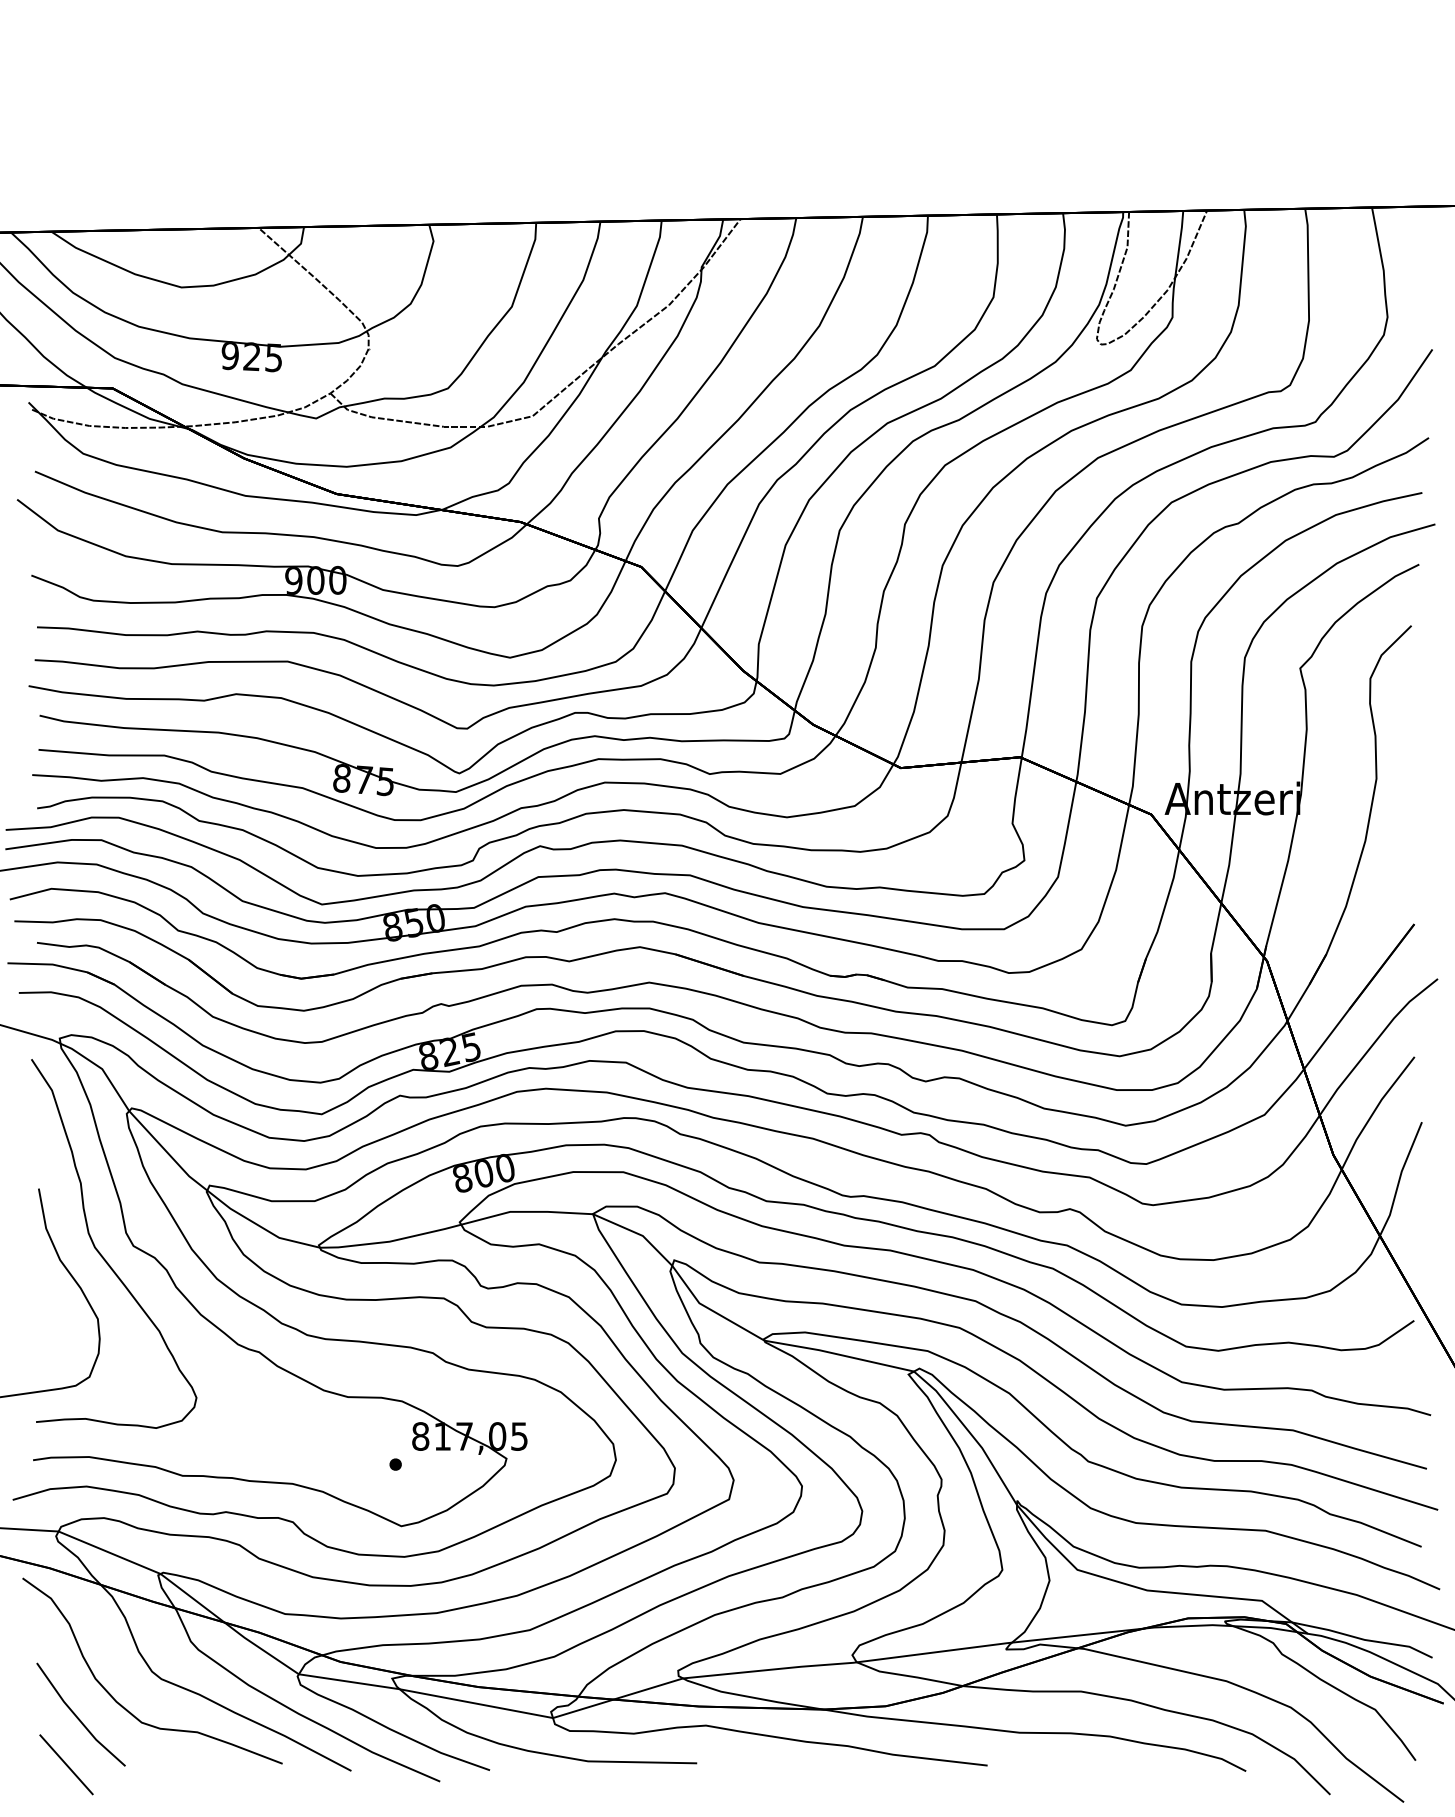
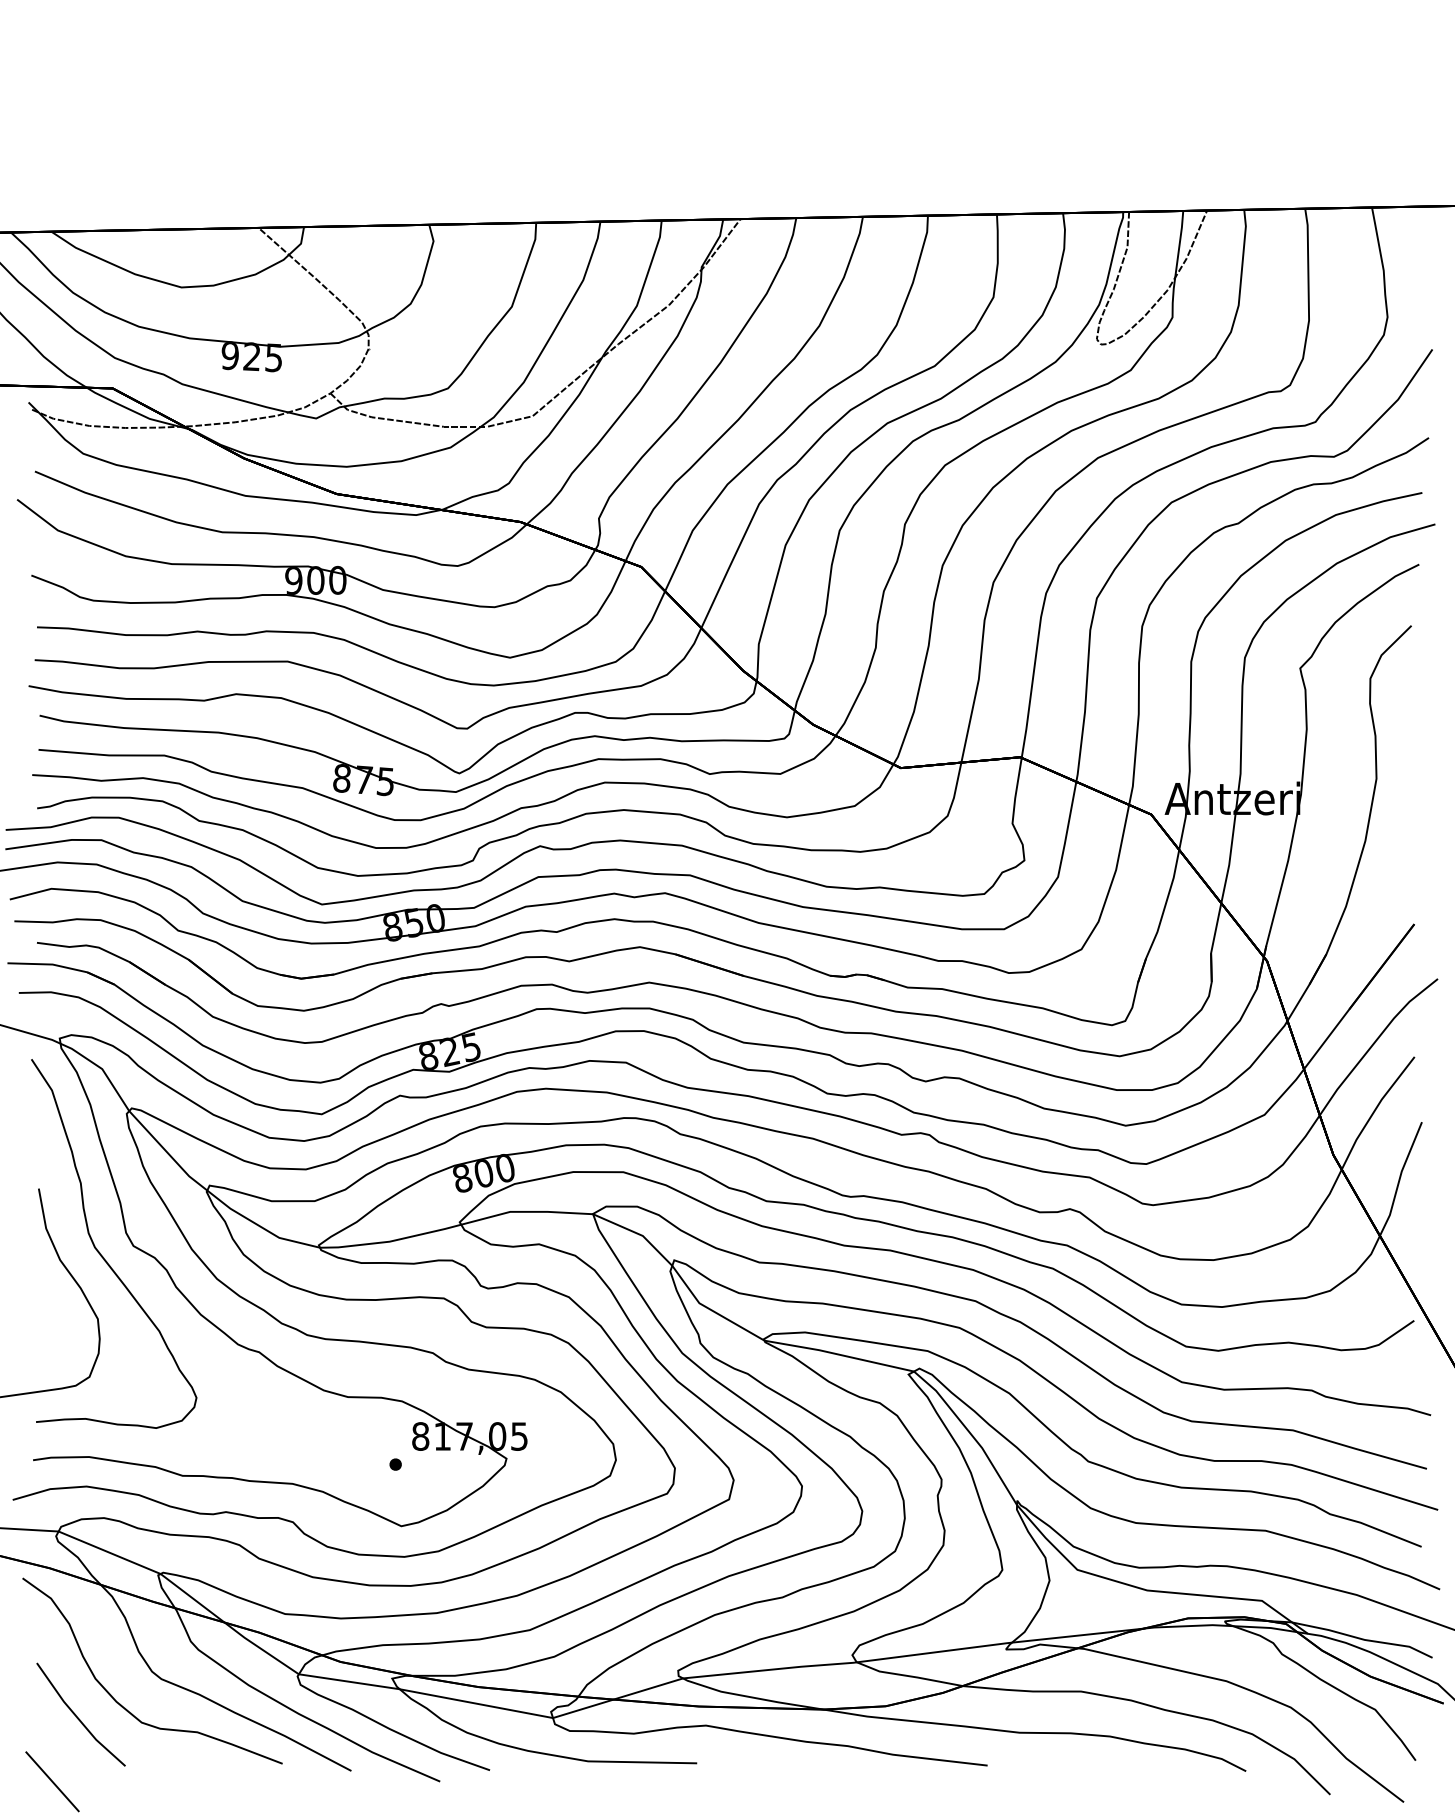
line at (66, 1764) position: (66, 1764) -> (52, 1781)
